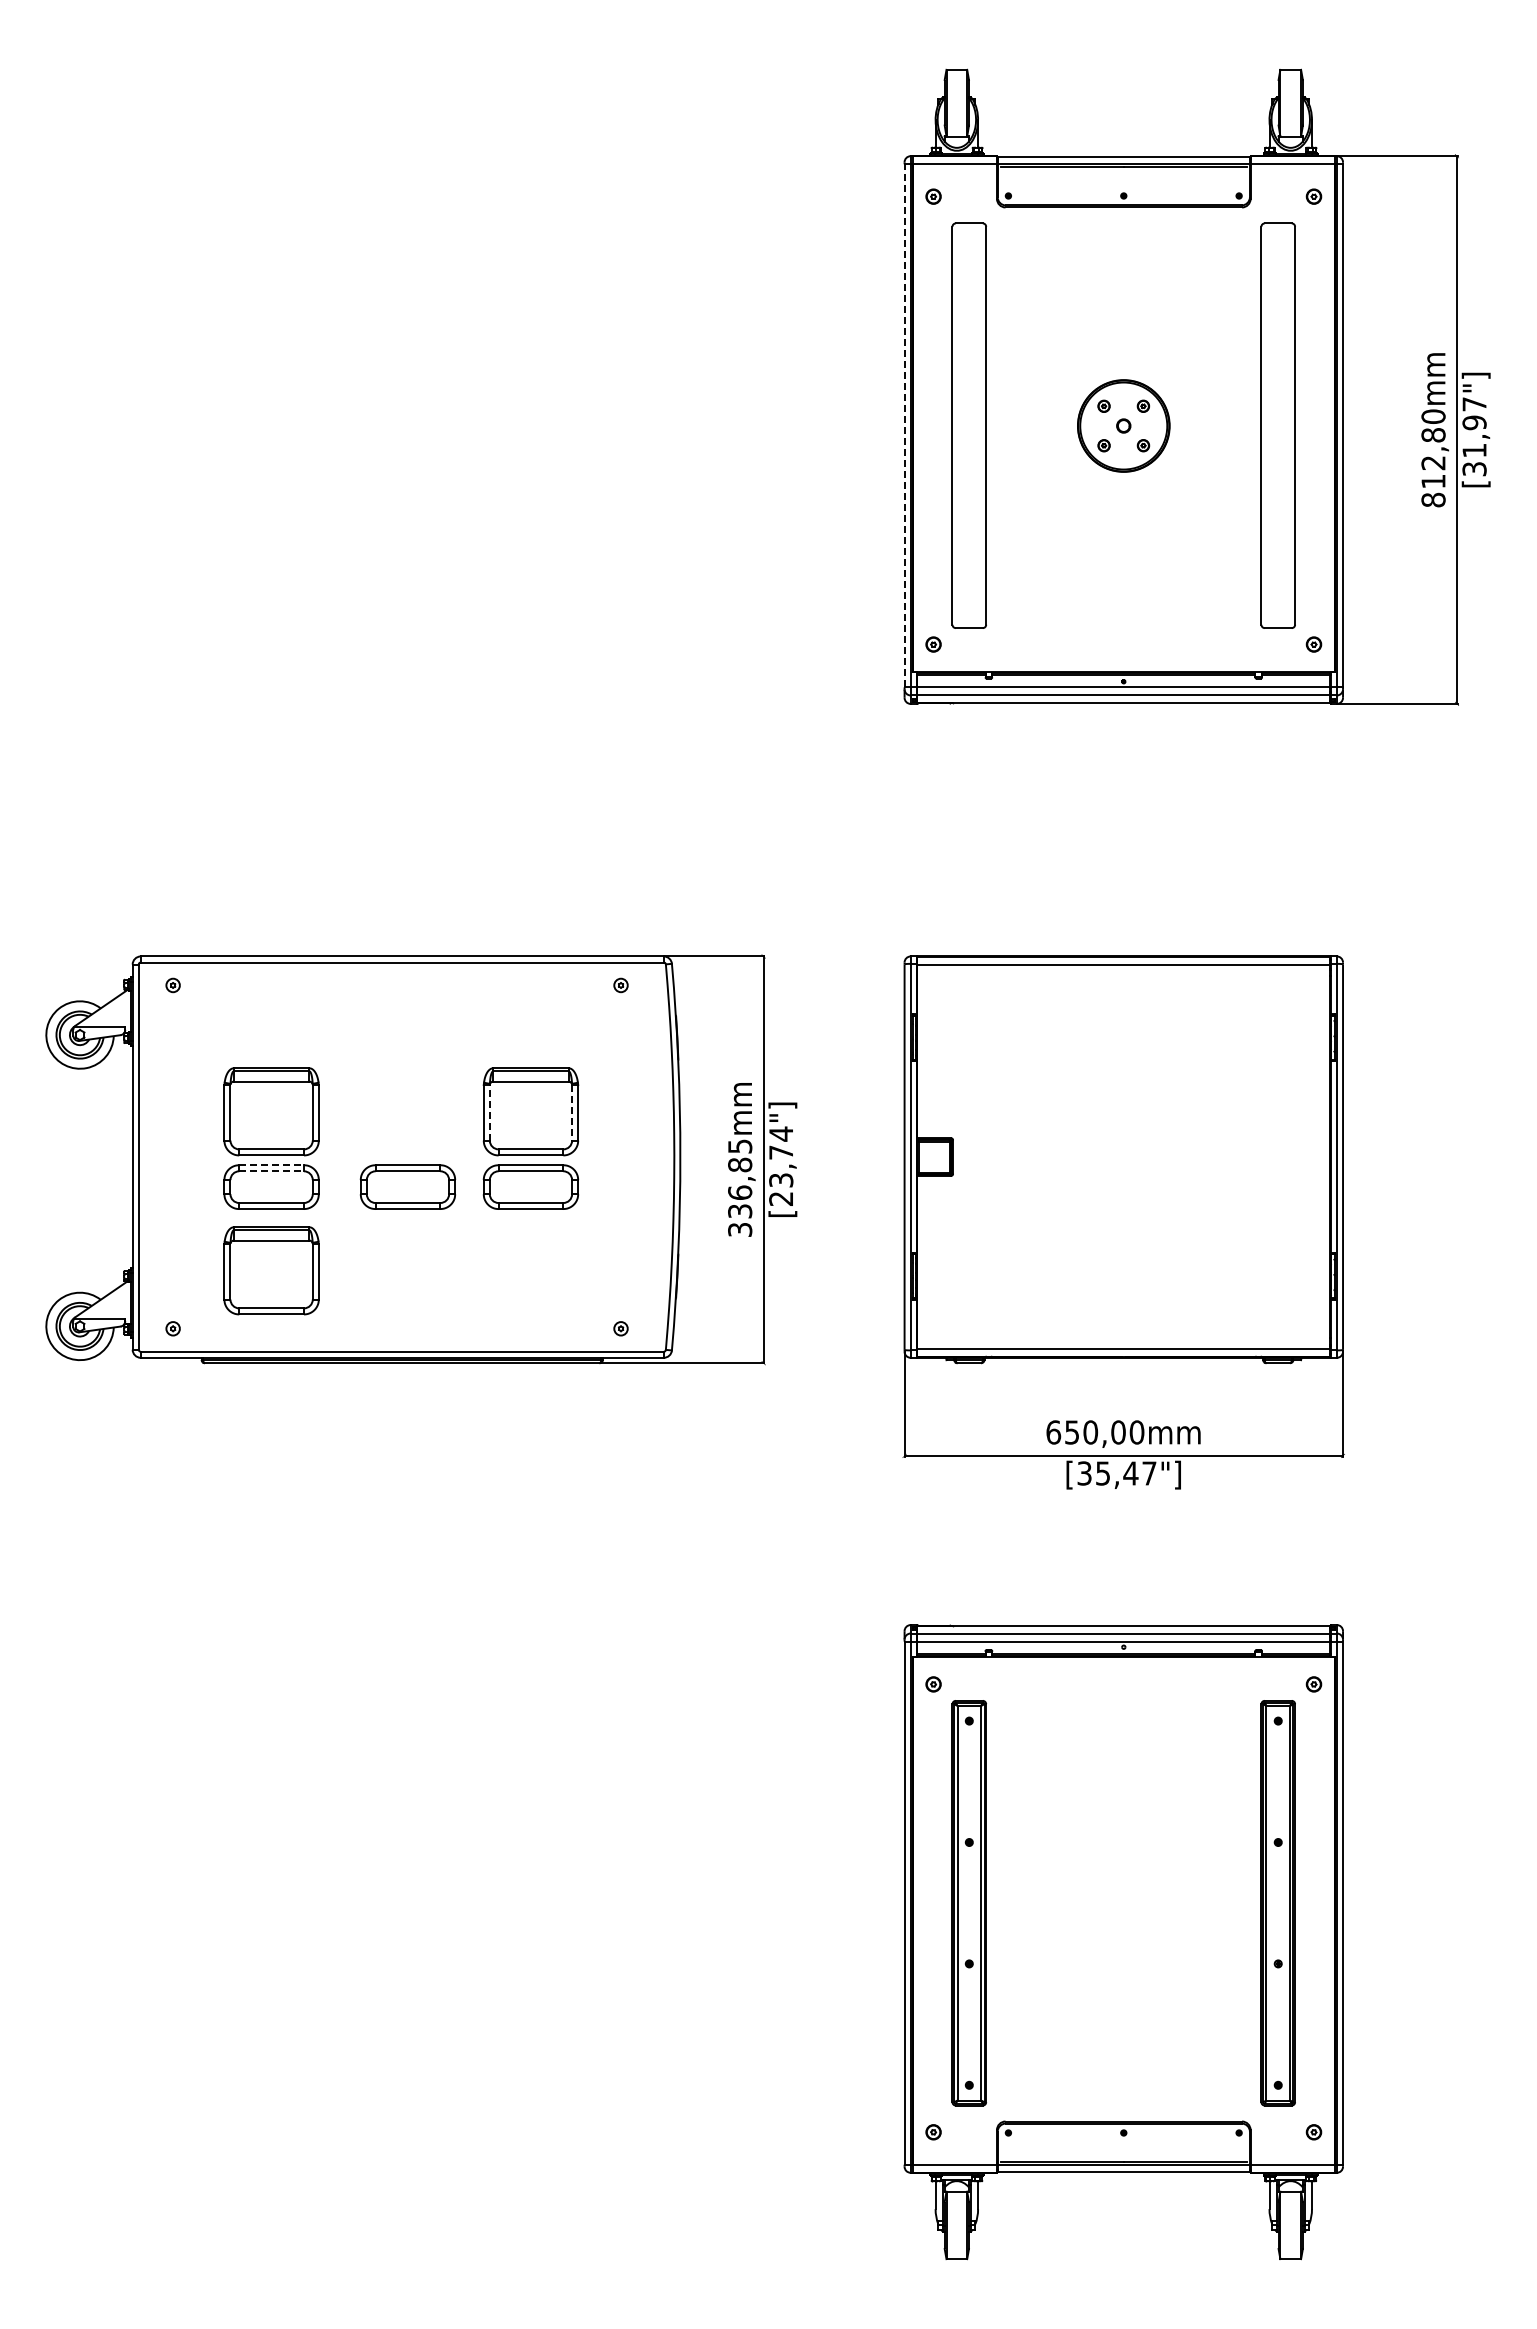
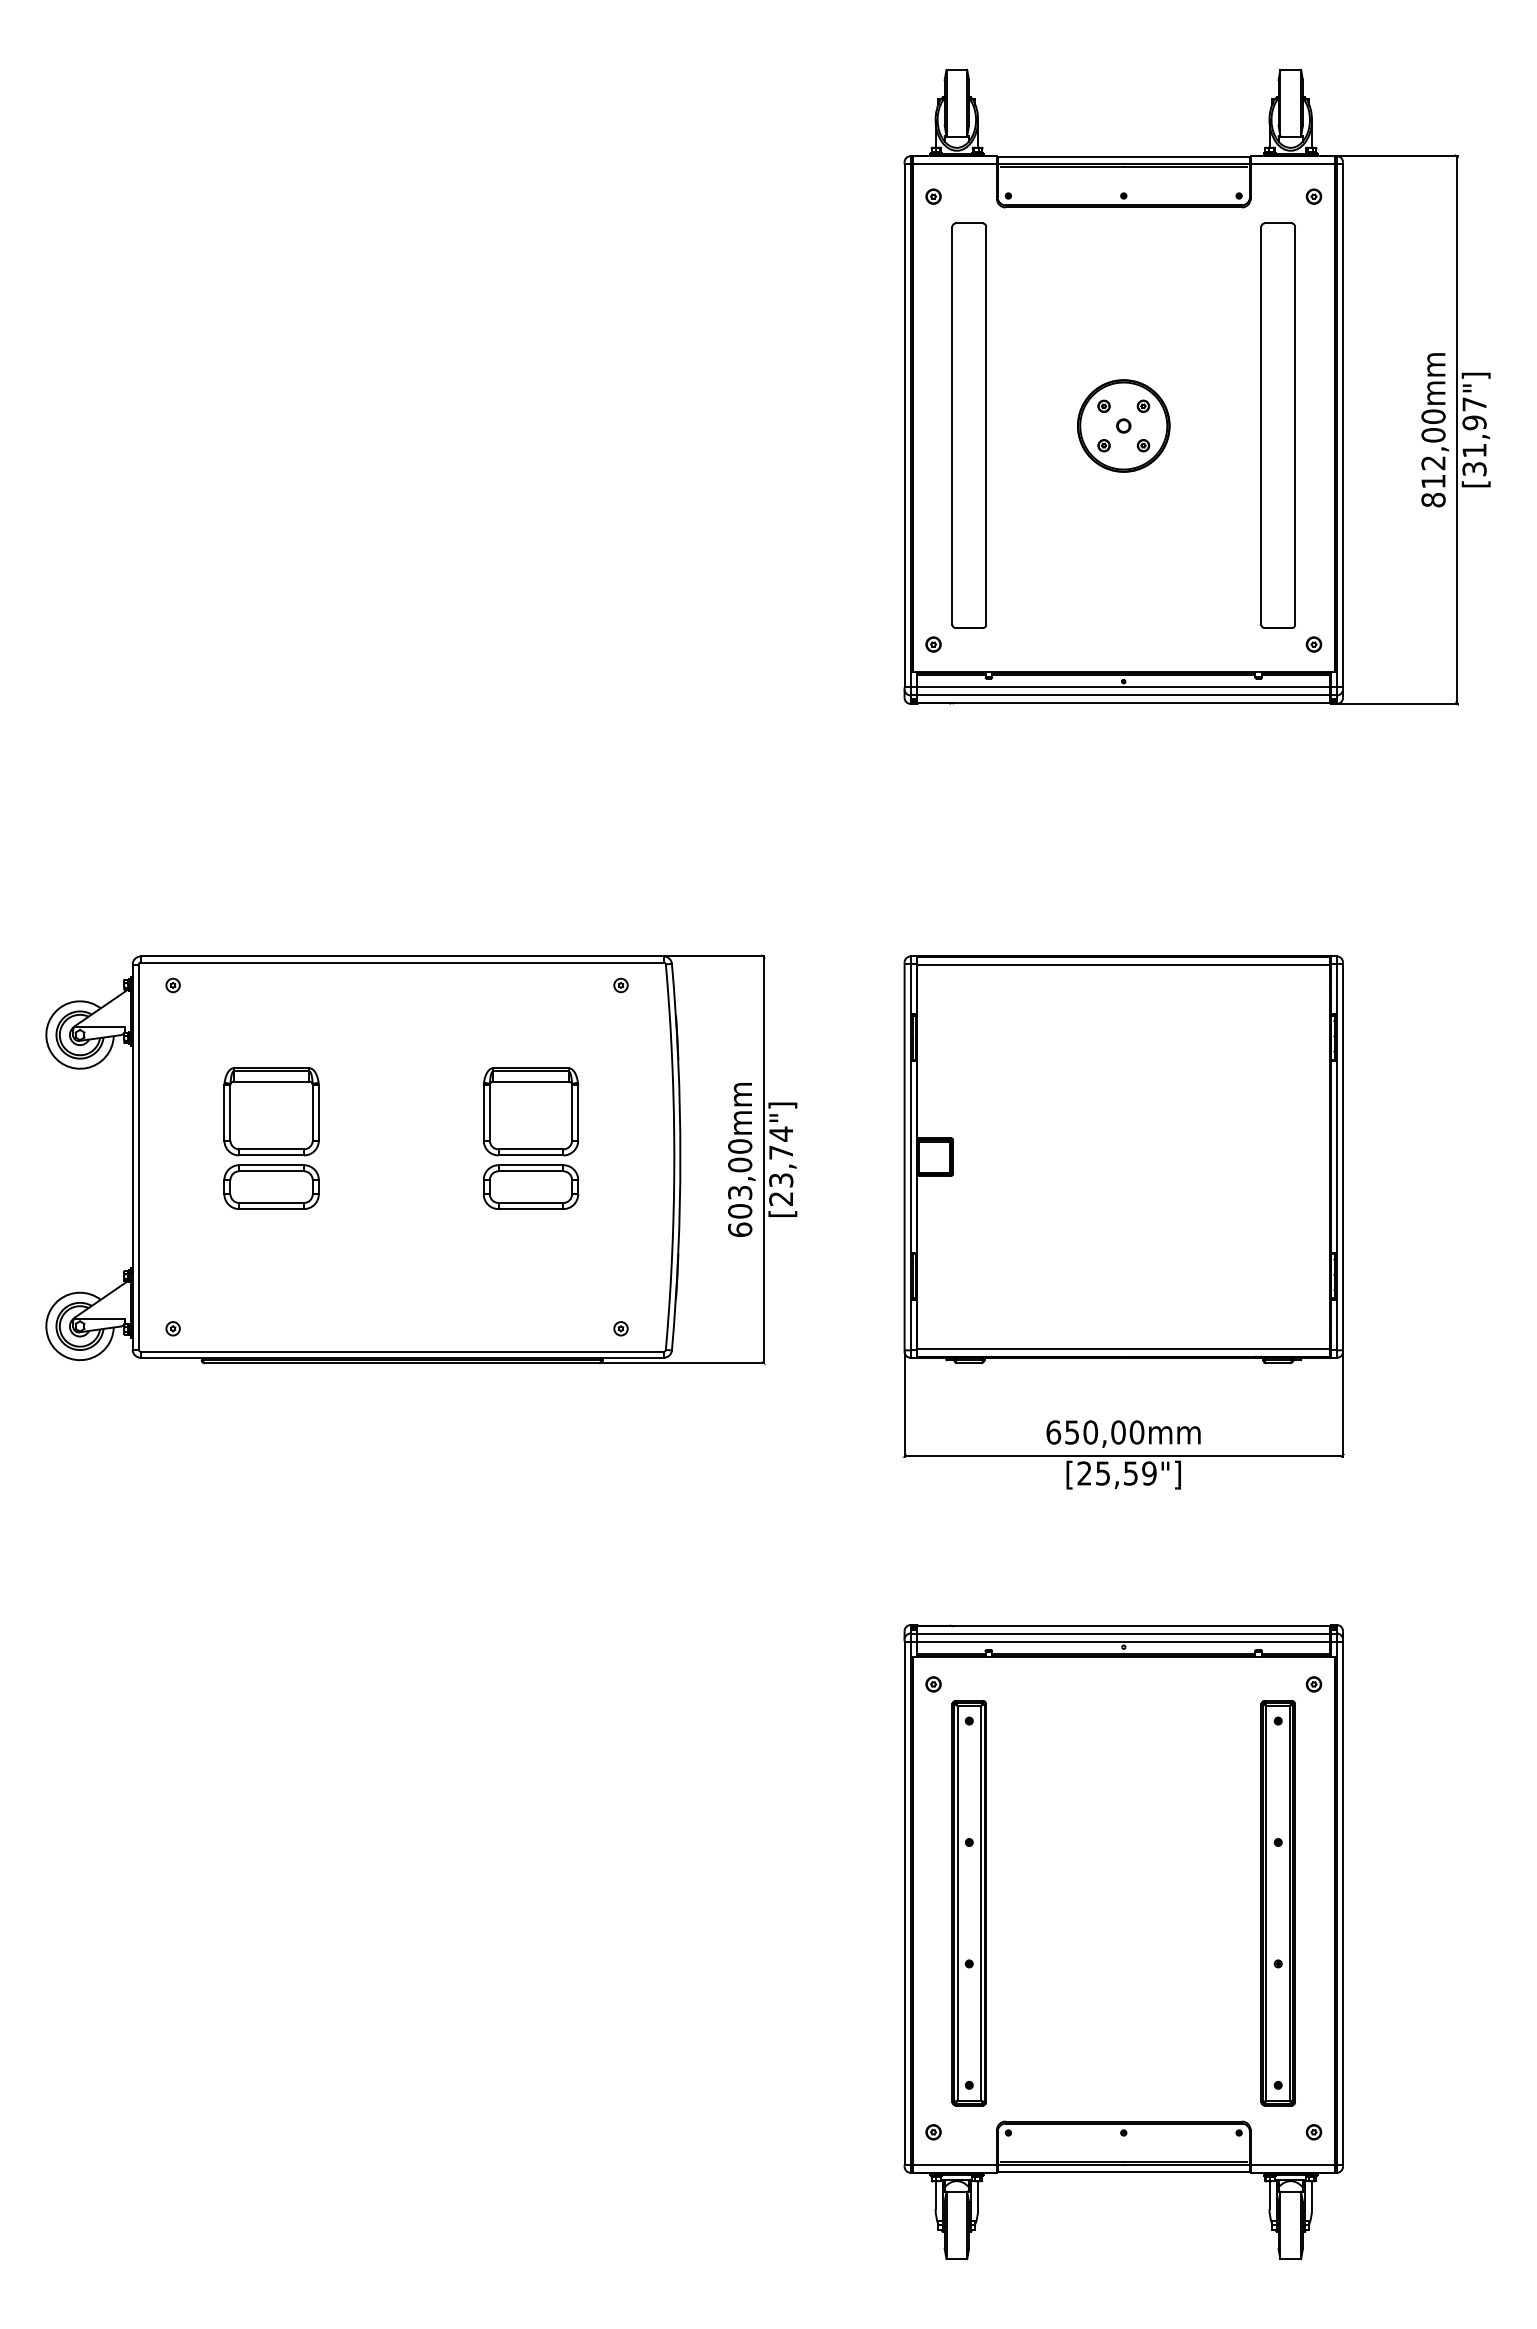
line at (904, 425): dashed -> solid
text at (1433, 435): 812,80mm -> 812,00mm
line at (489, 1112): dashed -> solid
line at (572, 1112): dashed -> solid
line at (272, 1165): dashed -> solid
line at (272, 1171): dashed -> solid
part at (407, 1186): present -> none
text at (740, 1188): 336,85mm -> 603,00mm
part at (271, 1270): present -> none
text at (1116, 1473): [35,47"] -> [25,59"]
